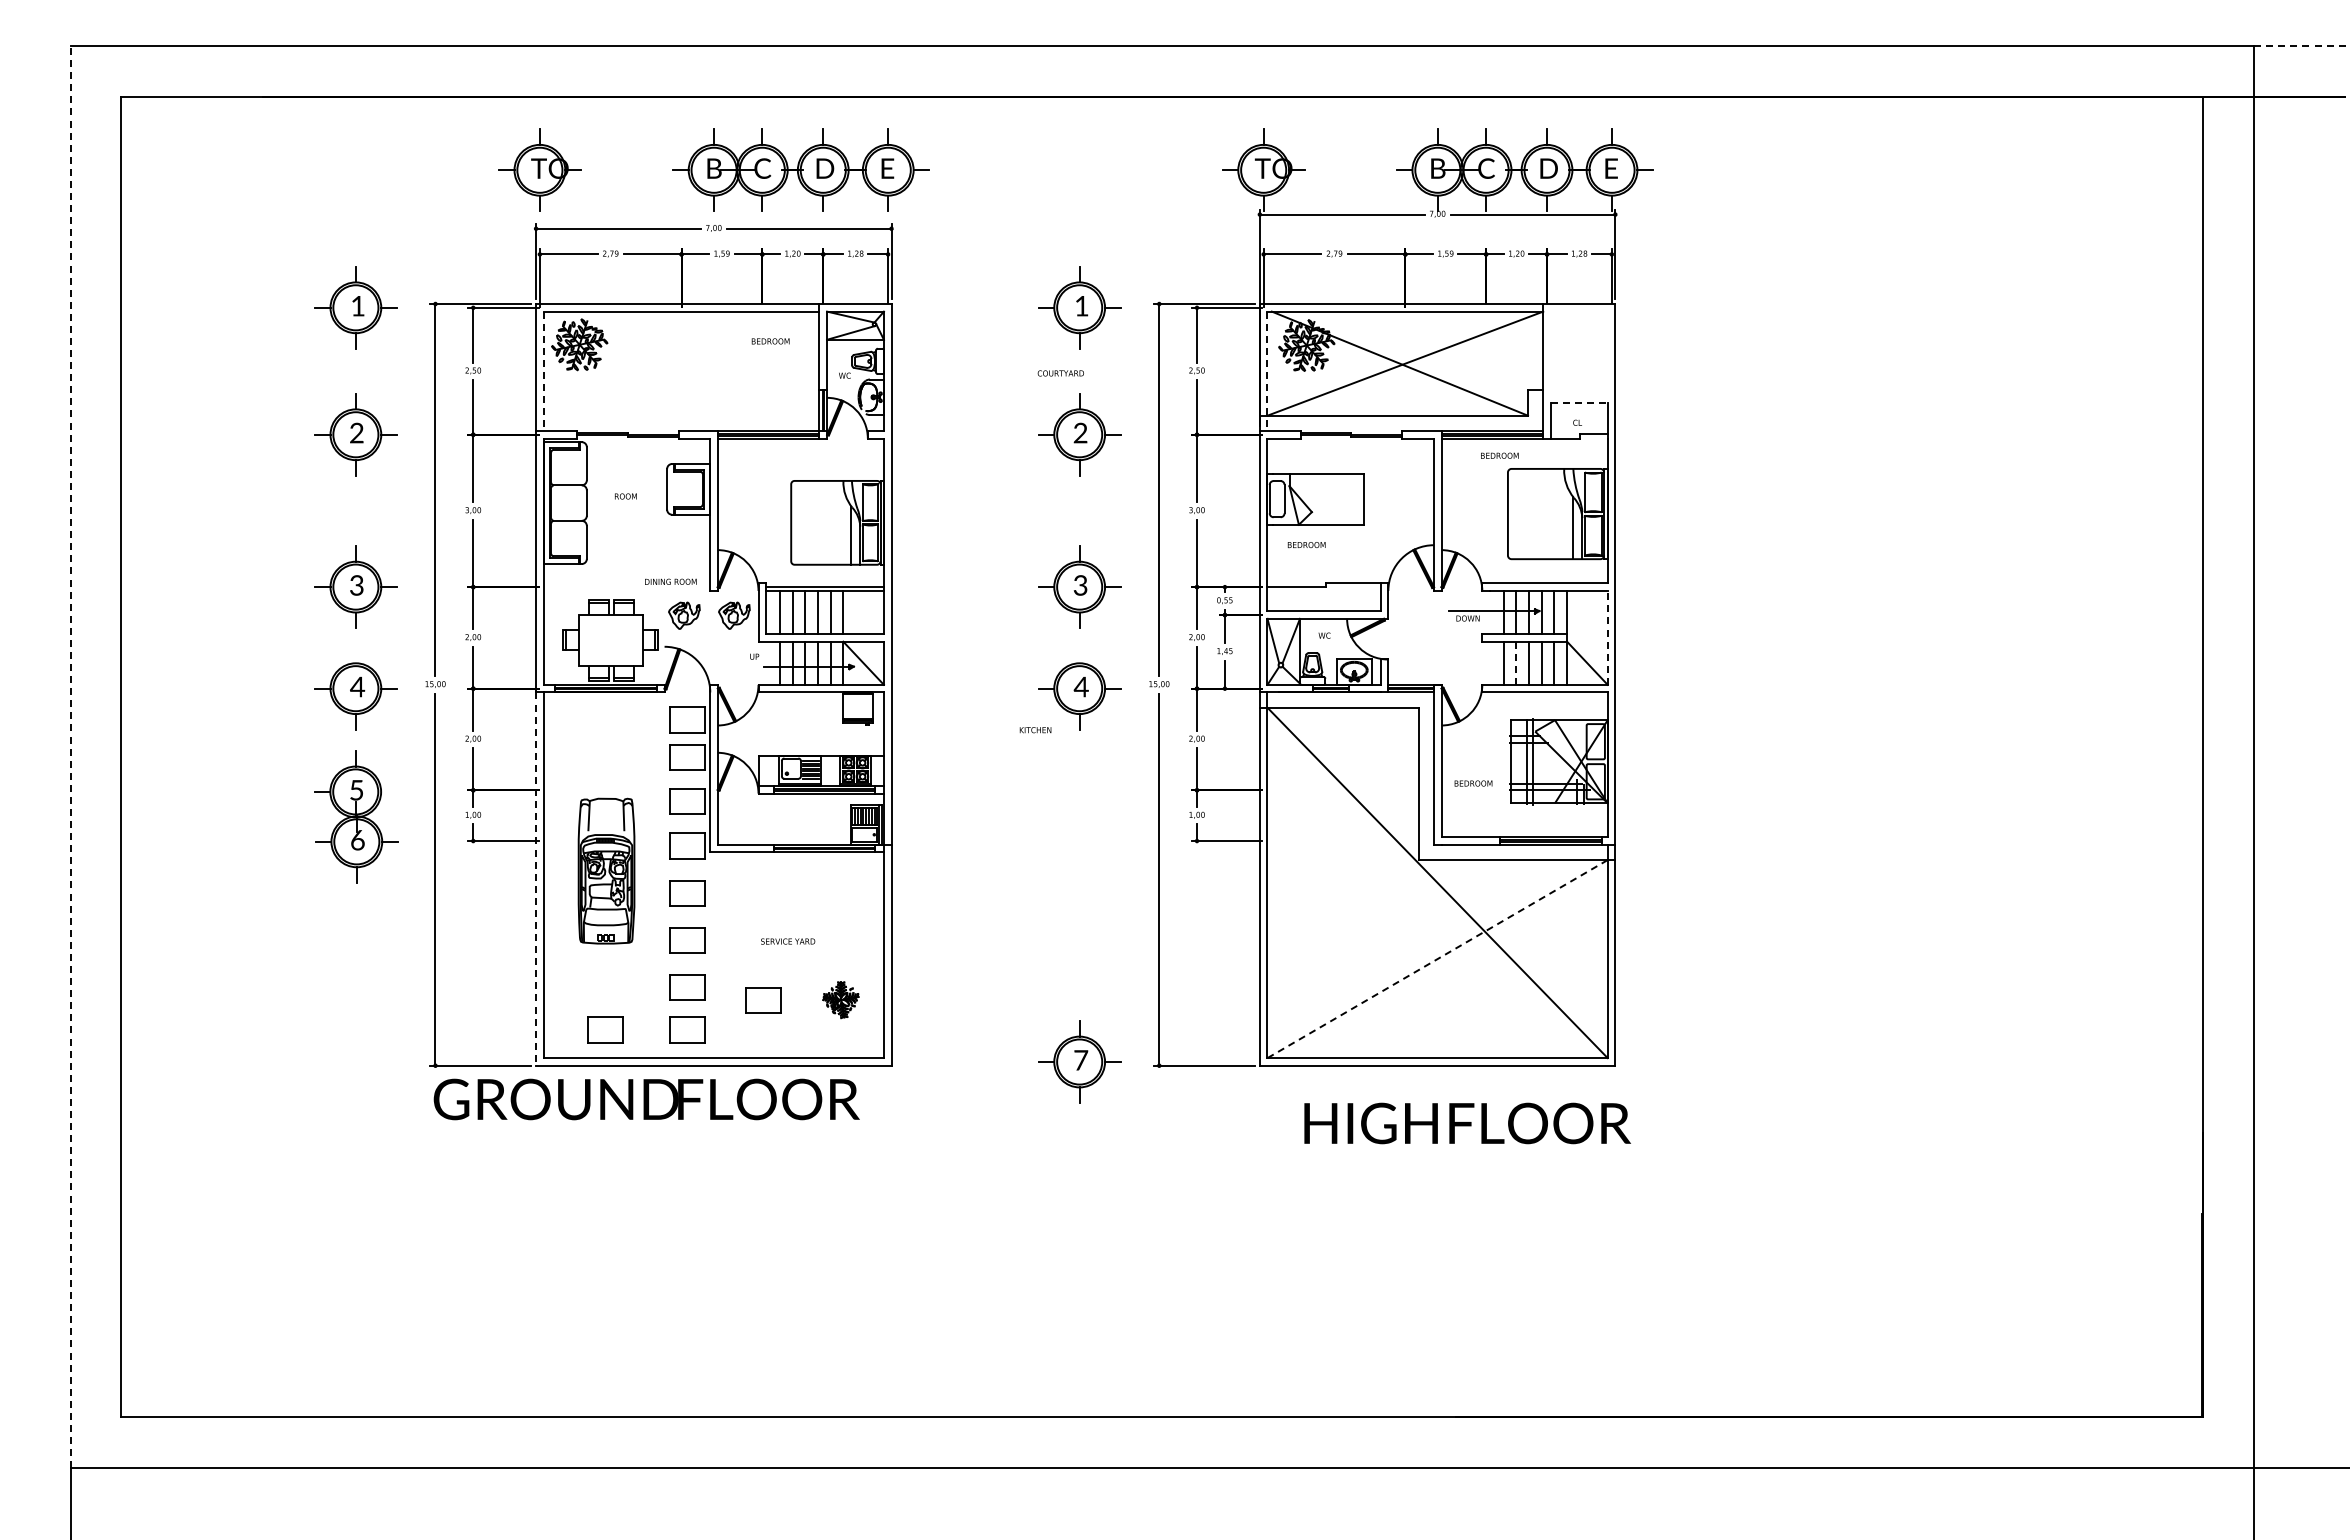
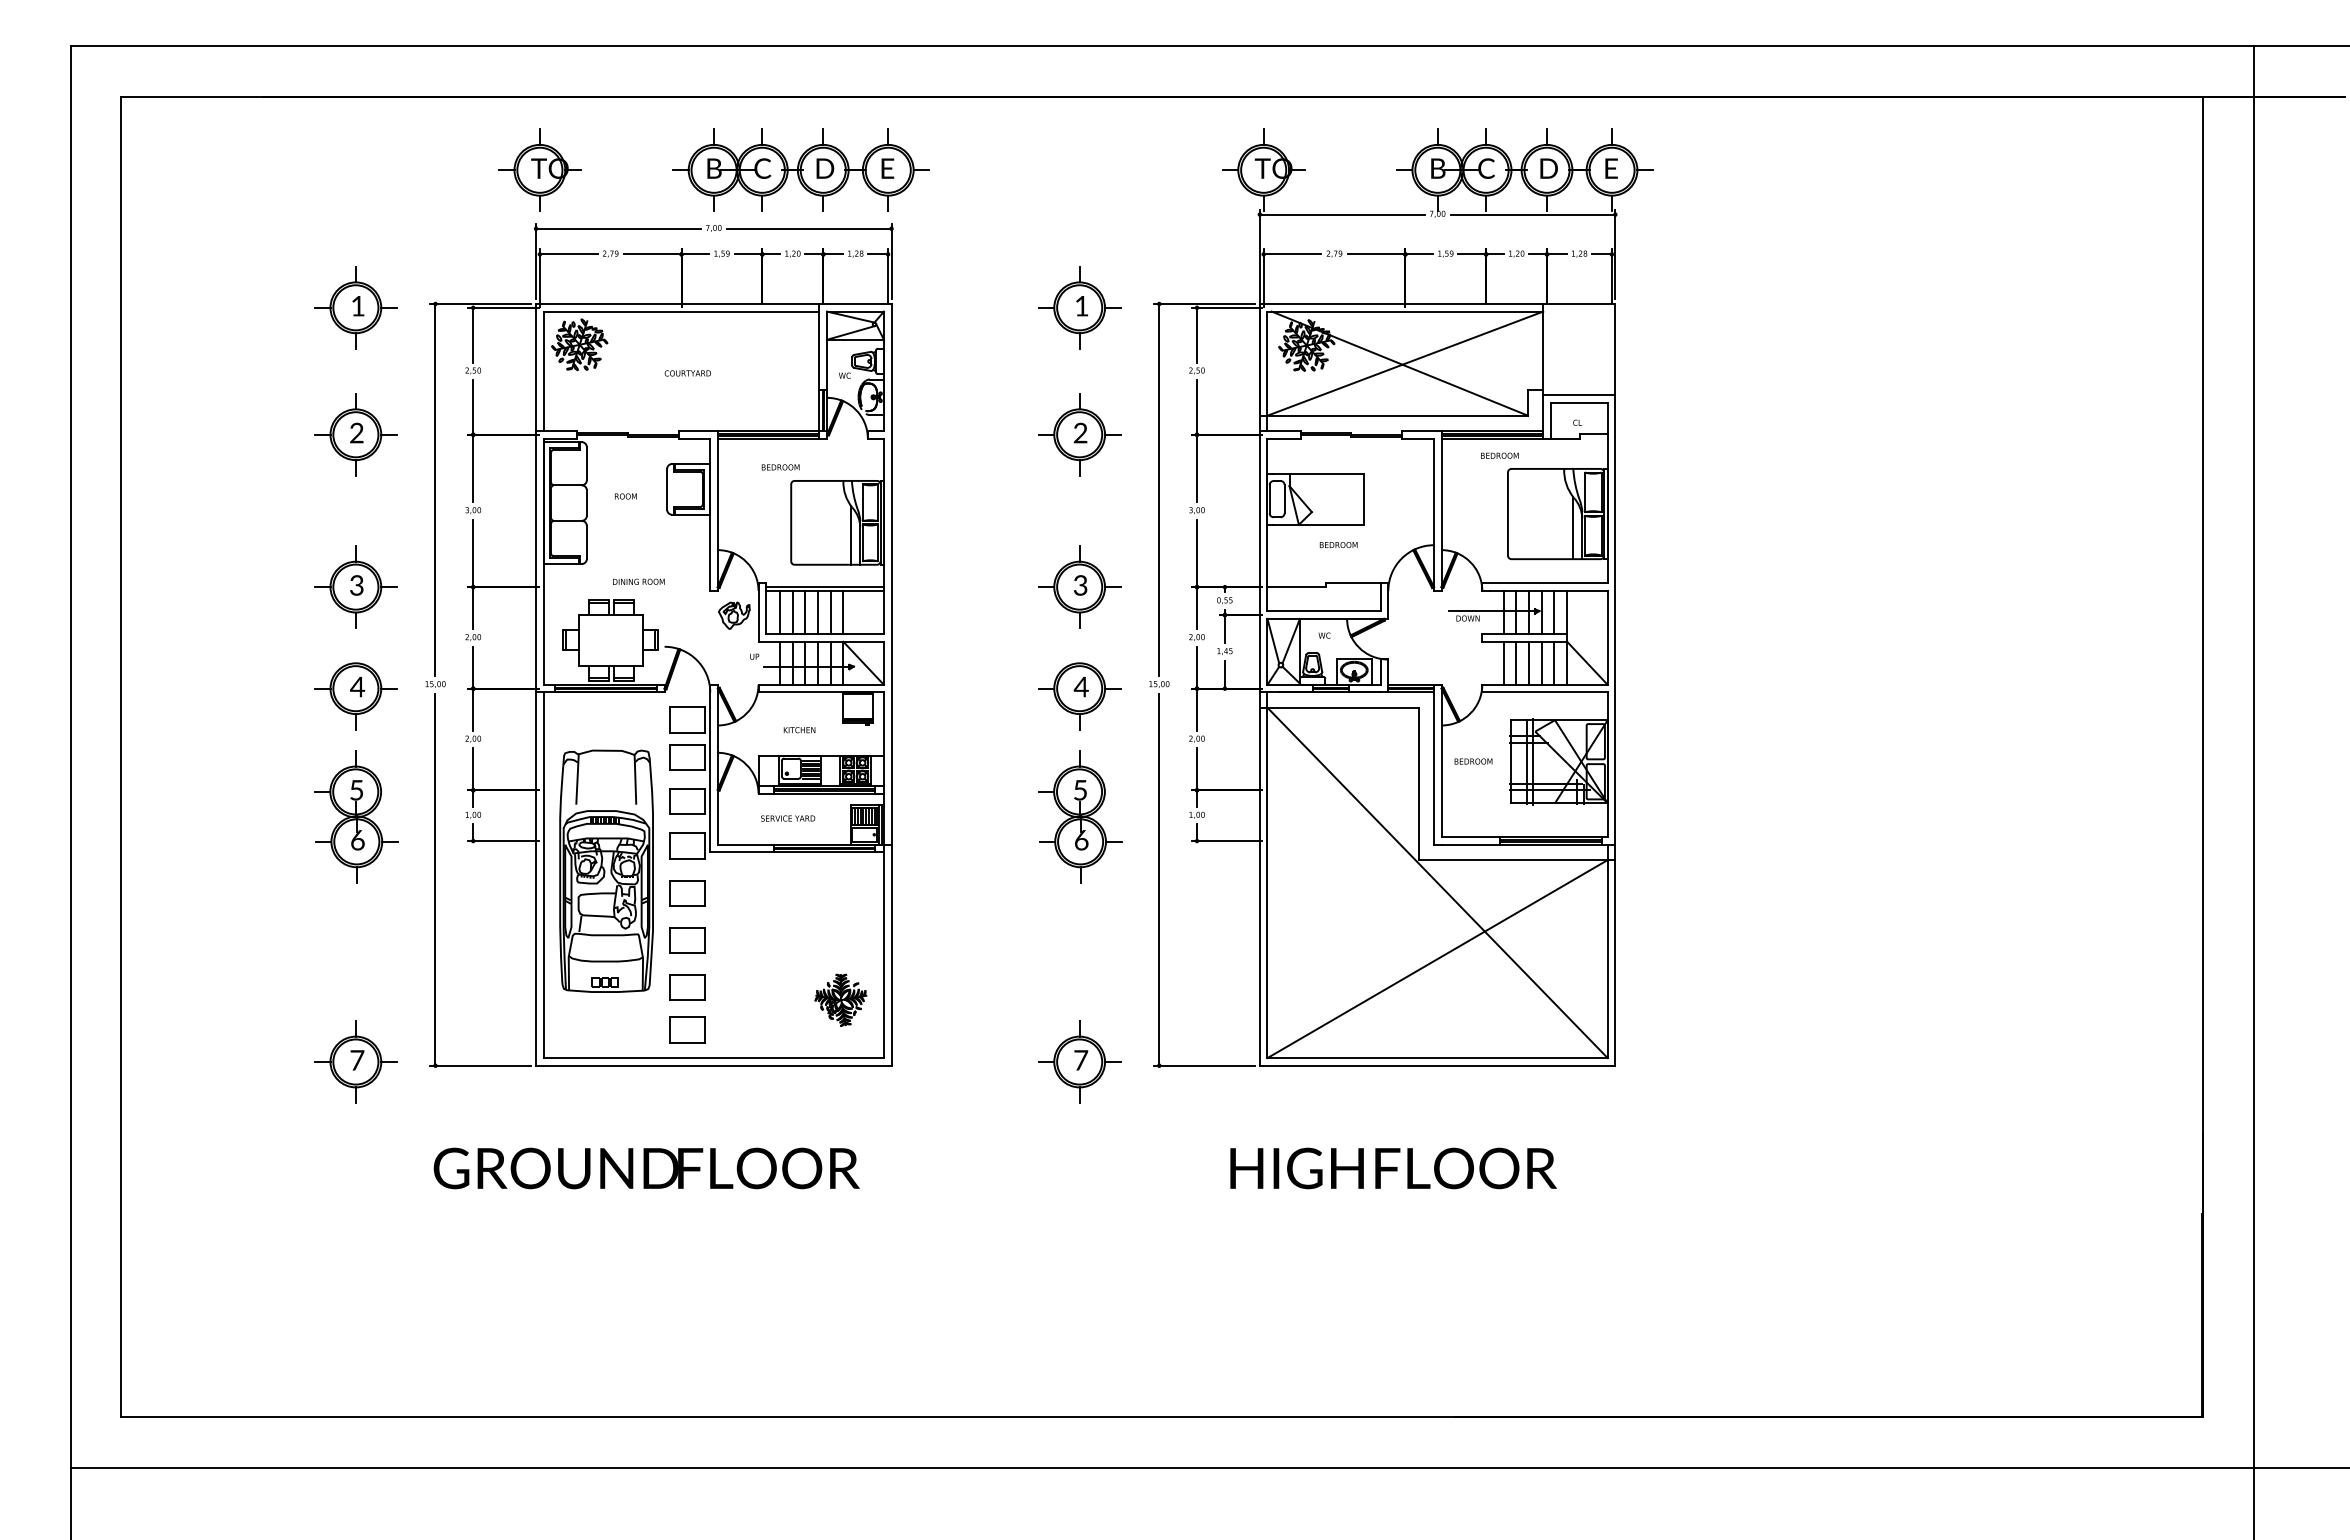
line at (2302, 46): dashed -> solid
text at (770, 341) position: (770, 341) -> (780, 467)
line at (543, 371): dashed -> solid
line at (1267, 371): dashed -> solid
text at (1060, 373) position: (1060, 373) -> (687, 373)
line at (1579, 395): none -> present
line at (1579, 403): dashed -> solid
text at (1306, 544) position: (1306, 544) -> (1338, 544)
text at (670, 581) position: (670, 581) -> (638, 581)
part at (684, 615): present -> none
line at (1607, 637): dashed -> solid
line at (1516, 663): dashed -> solid
text at (1035, 730) position: (1035, 730) -> (799, 730)
line at (70, 757): dashed -> solid
text at (1473, 783) position: (1473, 783) -> (1473, 761)
part at (1080, 816): none -> present
part at (606, 870) size: 59x148 px -> 95x244 px
line at (536, 879): dashed -> solid
text at (788, 941) position: (788, 941) -> (788, 818)
line at (1437, 959): dashed -> solid
part at (763, 1000): present -> none
part at (840, 1000) size: 38x39 px -> 54x54 px
part at (605, 1029): present -> none
part at (355, 1061): none -> present
text at (646, 1099) position: (646, 1099) -> (646, 1168)
text at (1467, 1123) position: (1467, 1123) -> (1393, 1168)
